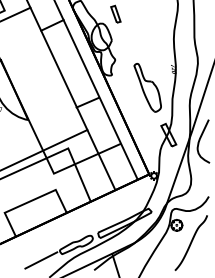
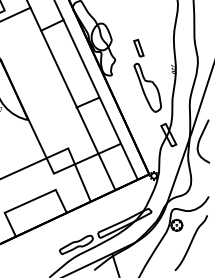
part at (115, 13) position: (115, 13) -> (138, 47)
line at (44, 149): present -> none
line at (41, 260): present -> none
